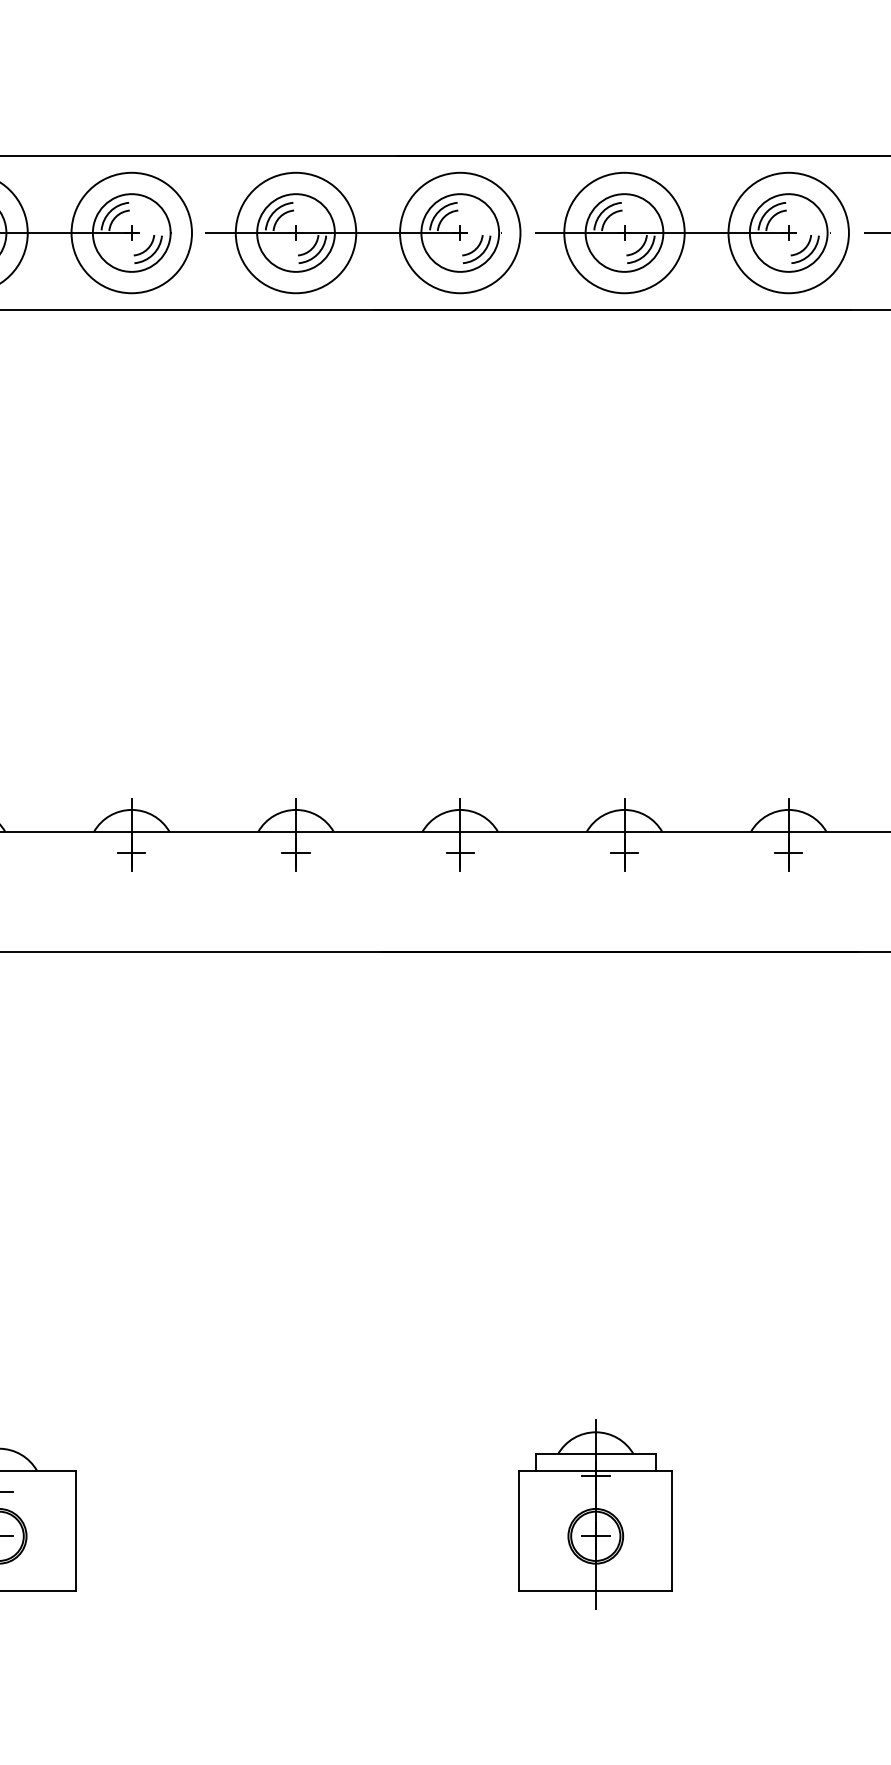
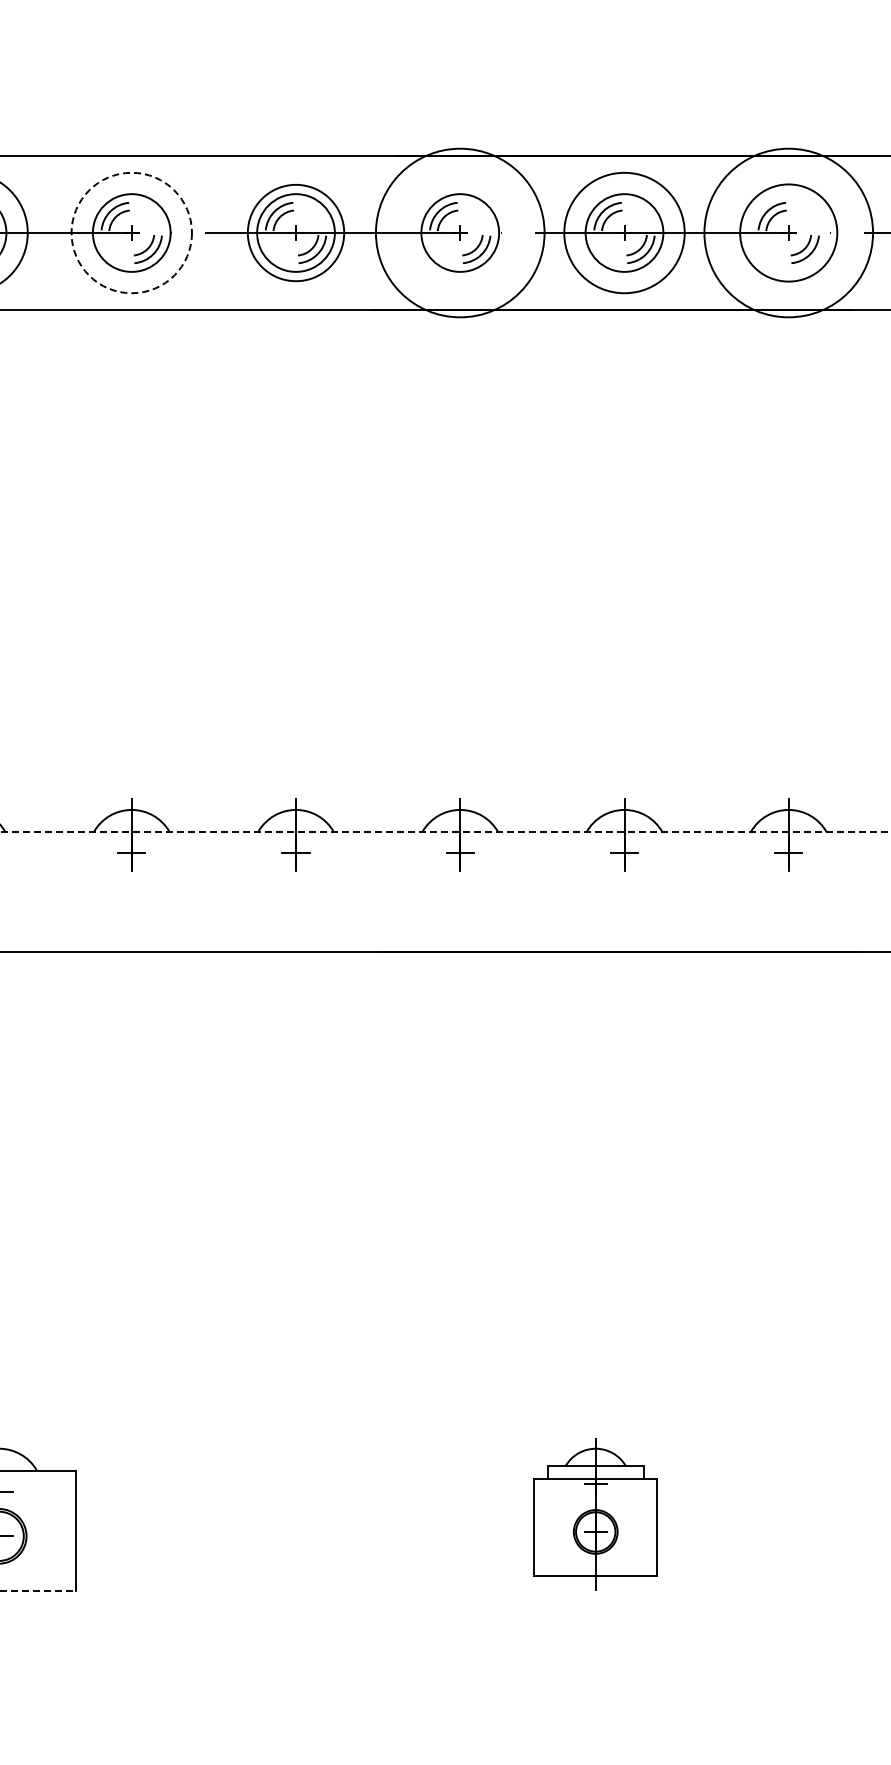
circle at (131, 232): solid -> dashed
circle at (295, 232) diameter: 120 px -> 96 px
circle at (460, 232) diameter: 120 px -> 169 px
circle at (788, 232) diameter: 120 px -> 169 px
circle at (788, 232) diameter: 78 px -> 97 px
line at (445, 831): solid -> dashed
part at (595, 1514) size: 155x191 px -> 125x153 px
line at (38, 1591): solid -> dashed
